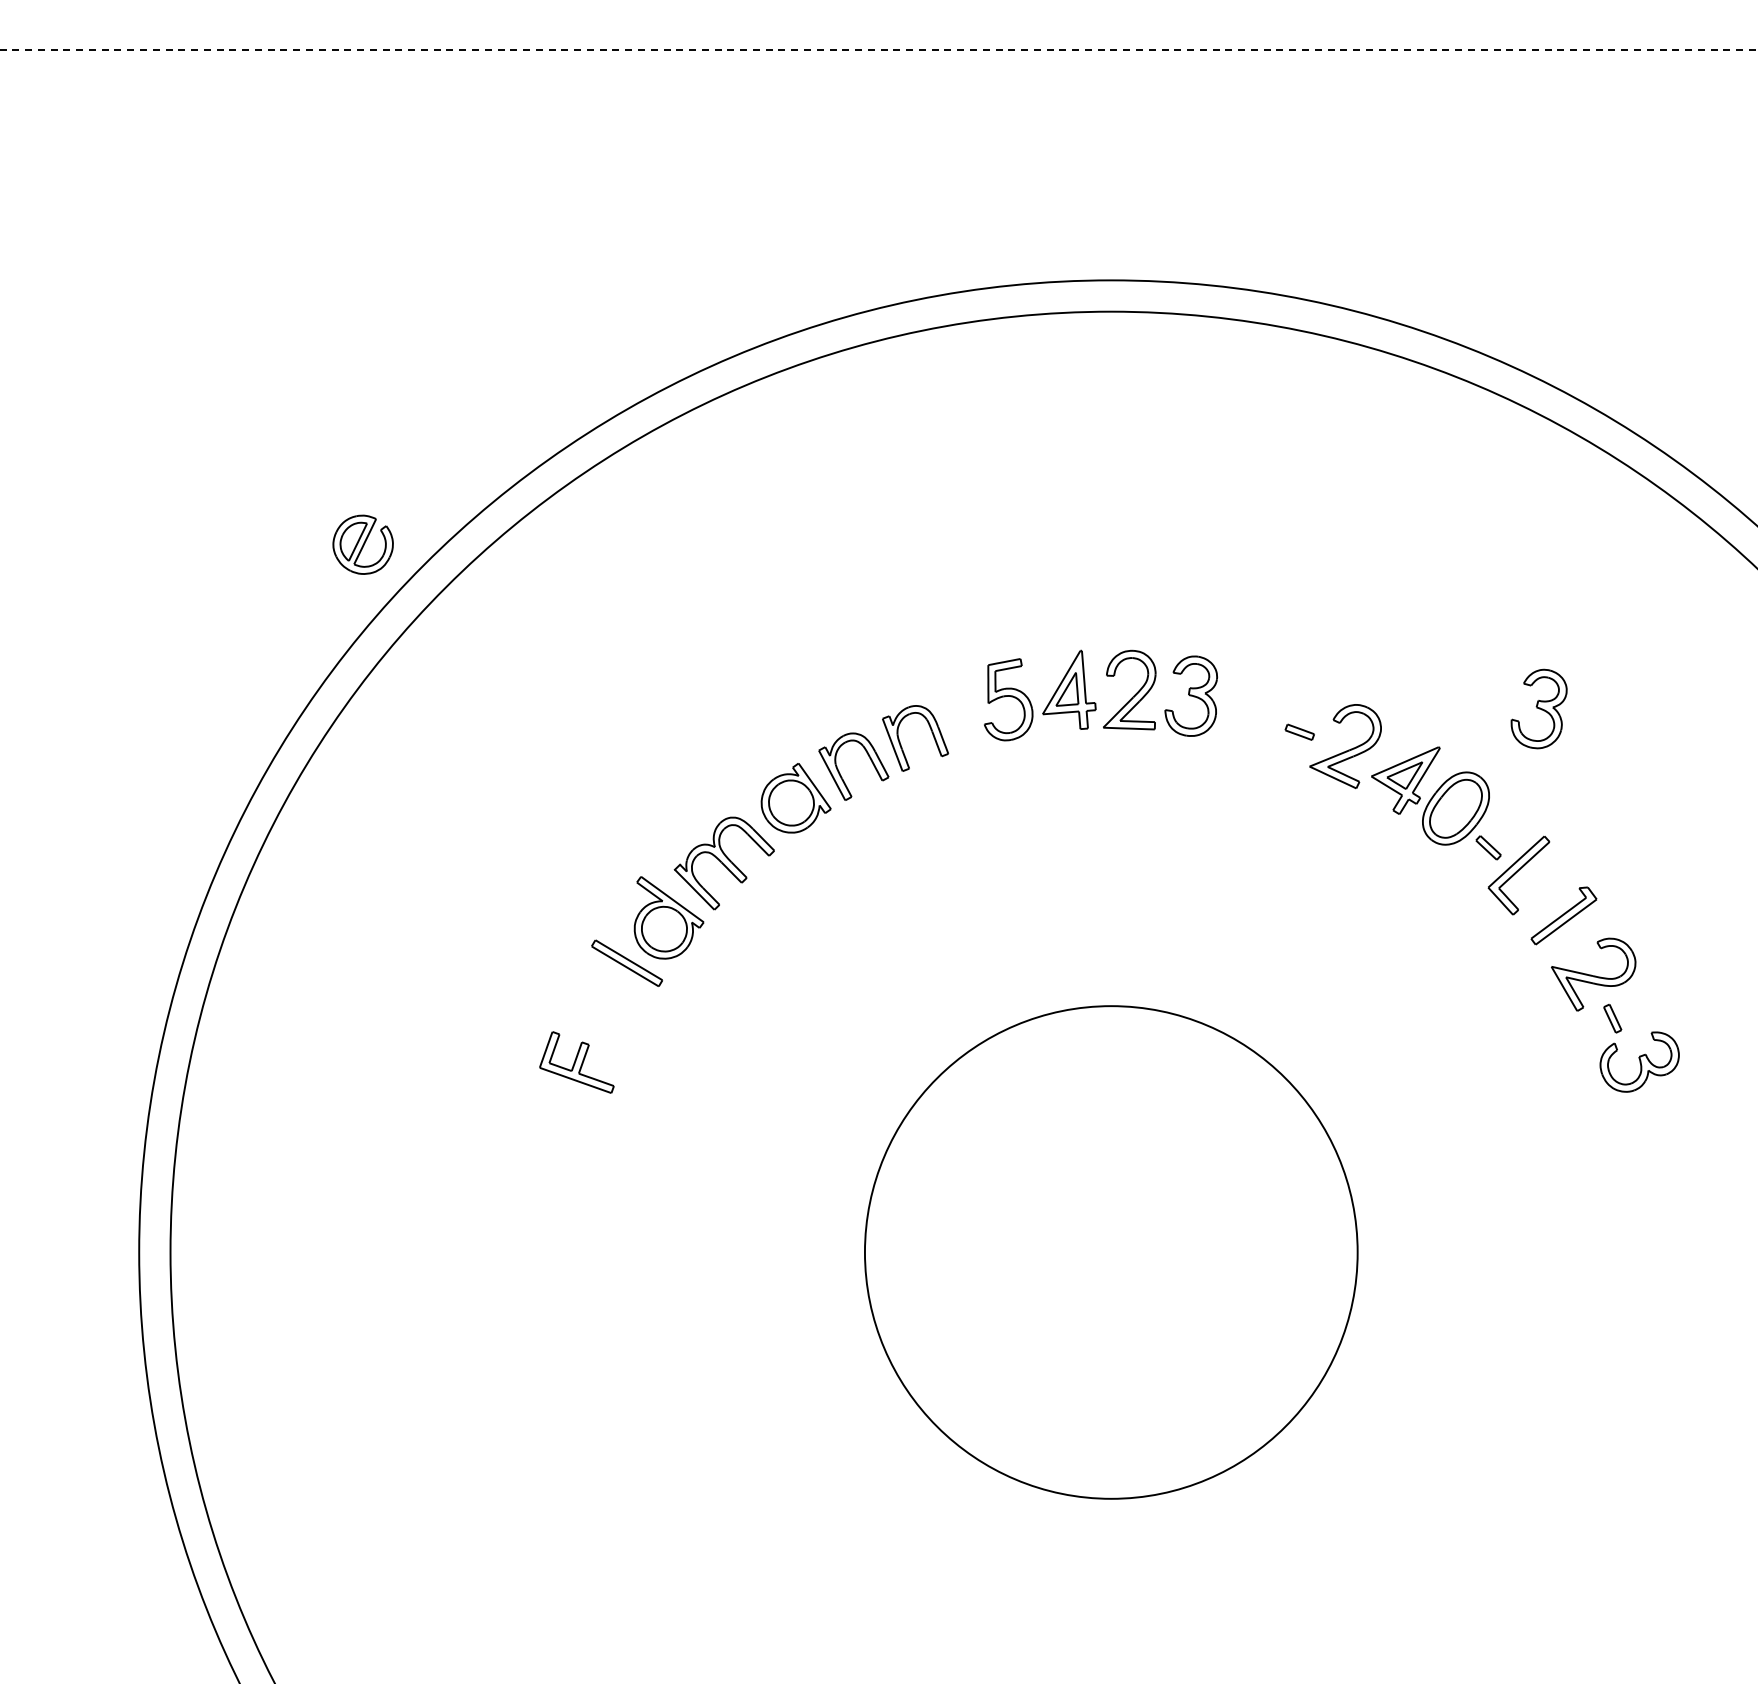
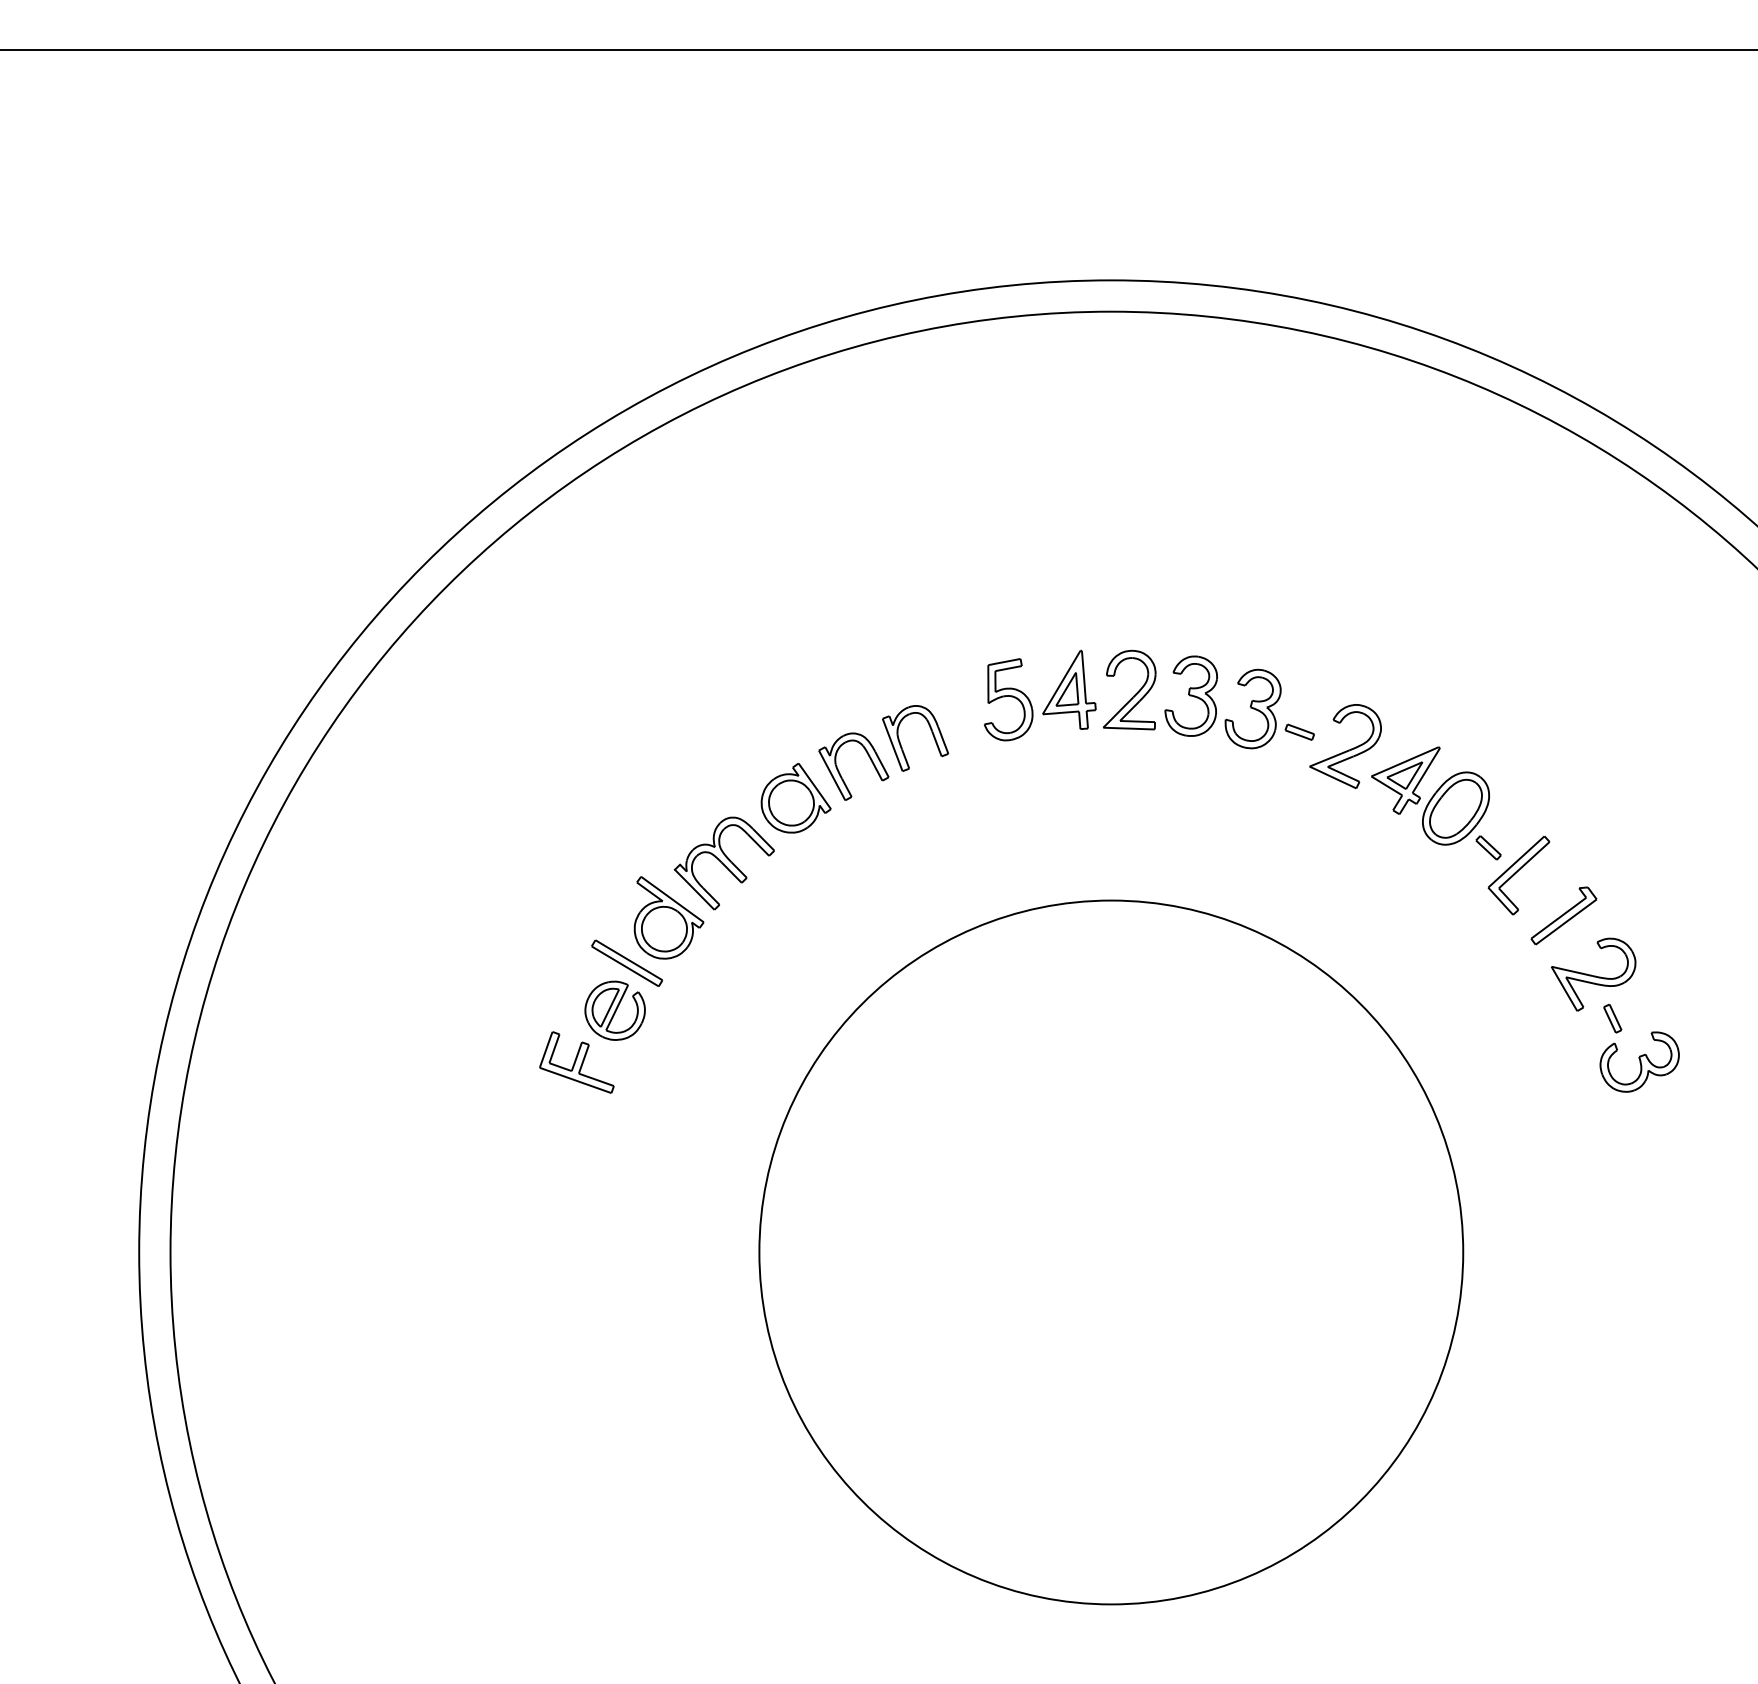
line at (878, 50): dashed -> solid
part at (362, 544) position: (362, 544) -> (614, 1010)
part at (1538, 708) position: (1538, 708) -> (1252, 708)
circle at (1110, 1252) diameter: 493 px -> 704 px
